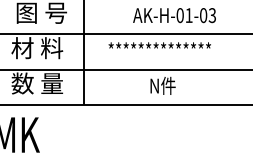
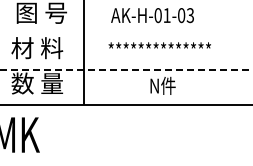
text at (174, 15) position: (174, 15) -> (152, 15)
line at (125, 34): present -> none
line at (126, 69): solid -> dashed
